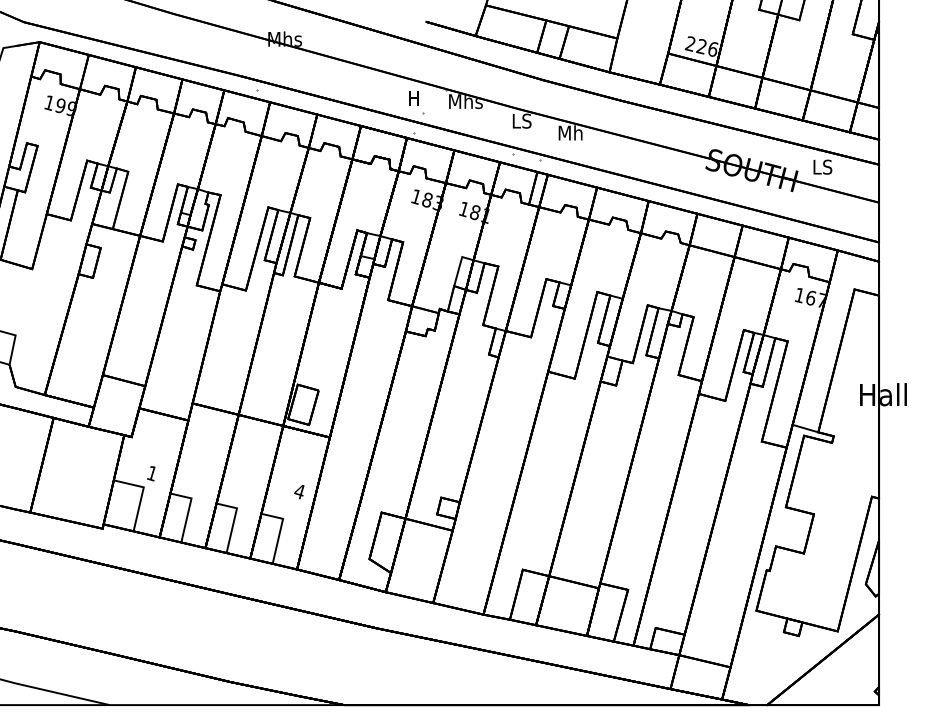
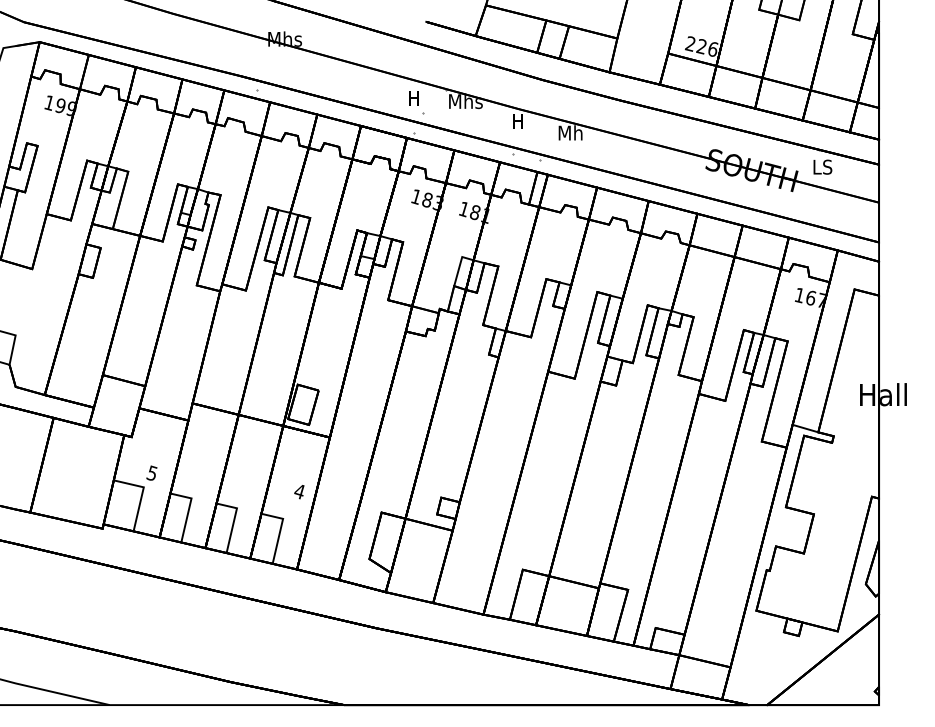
text at (521, 120): LS -> H
text at (151, 473): 1 -> 5
